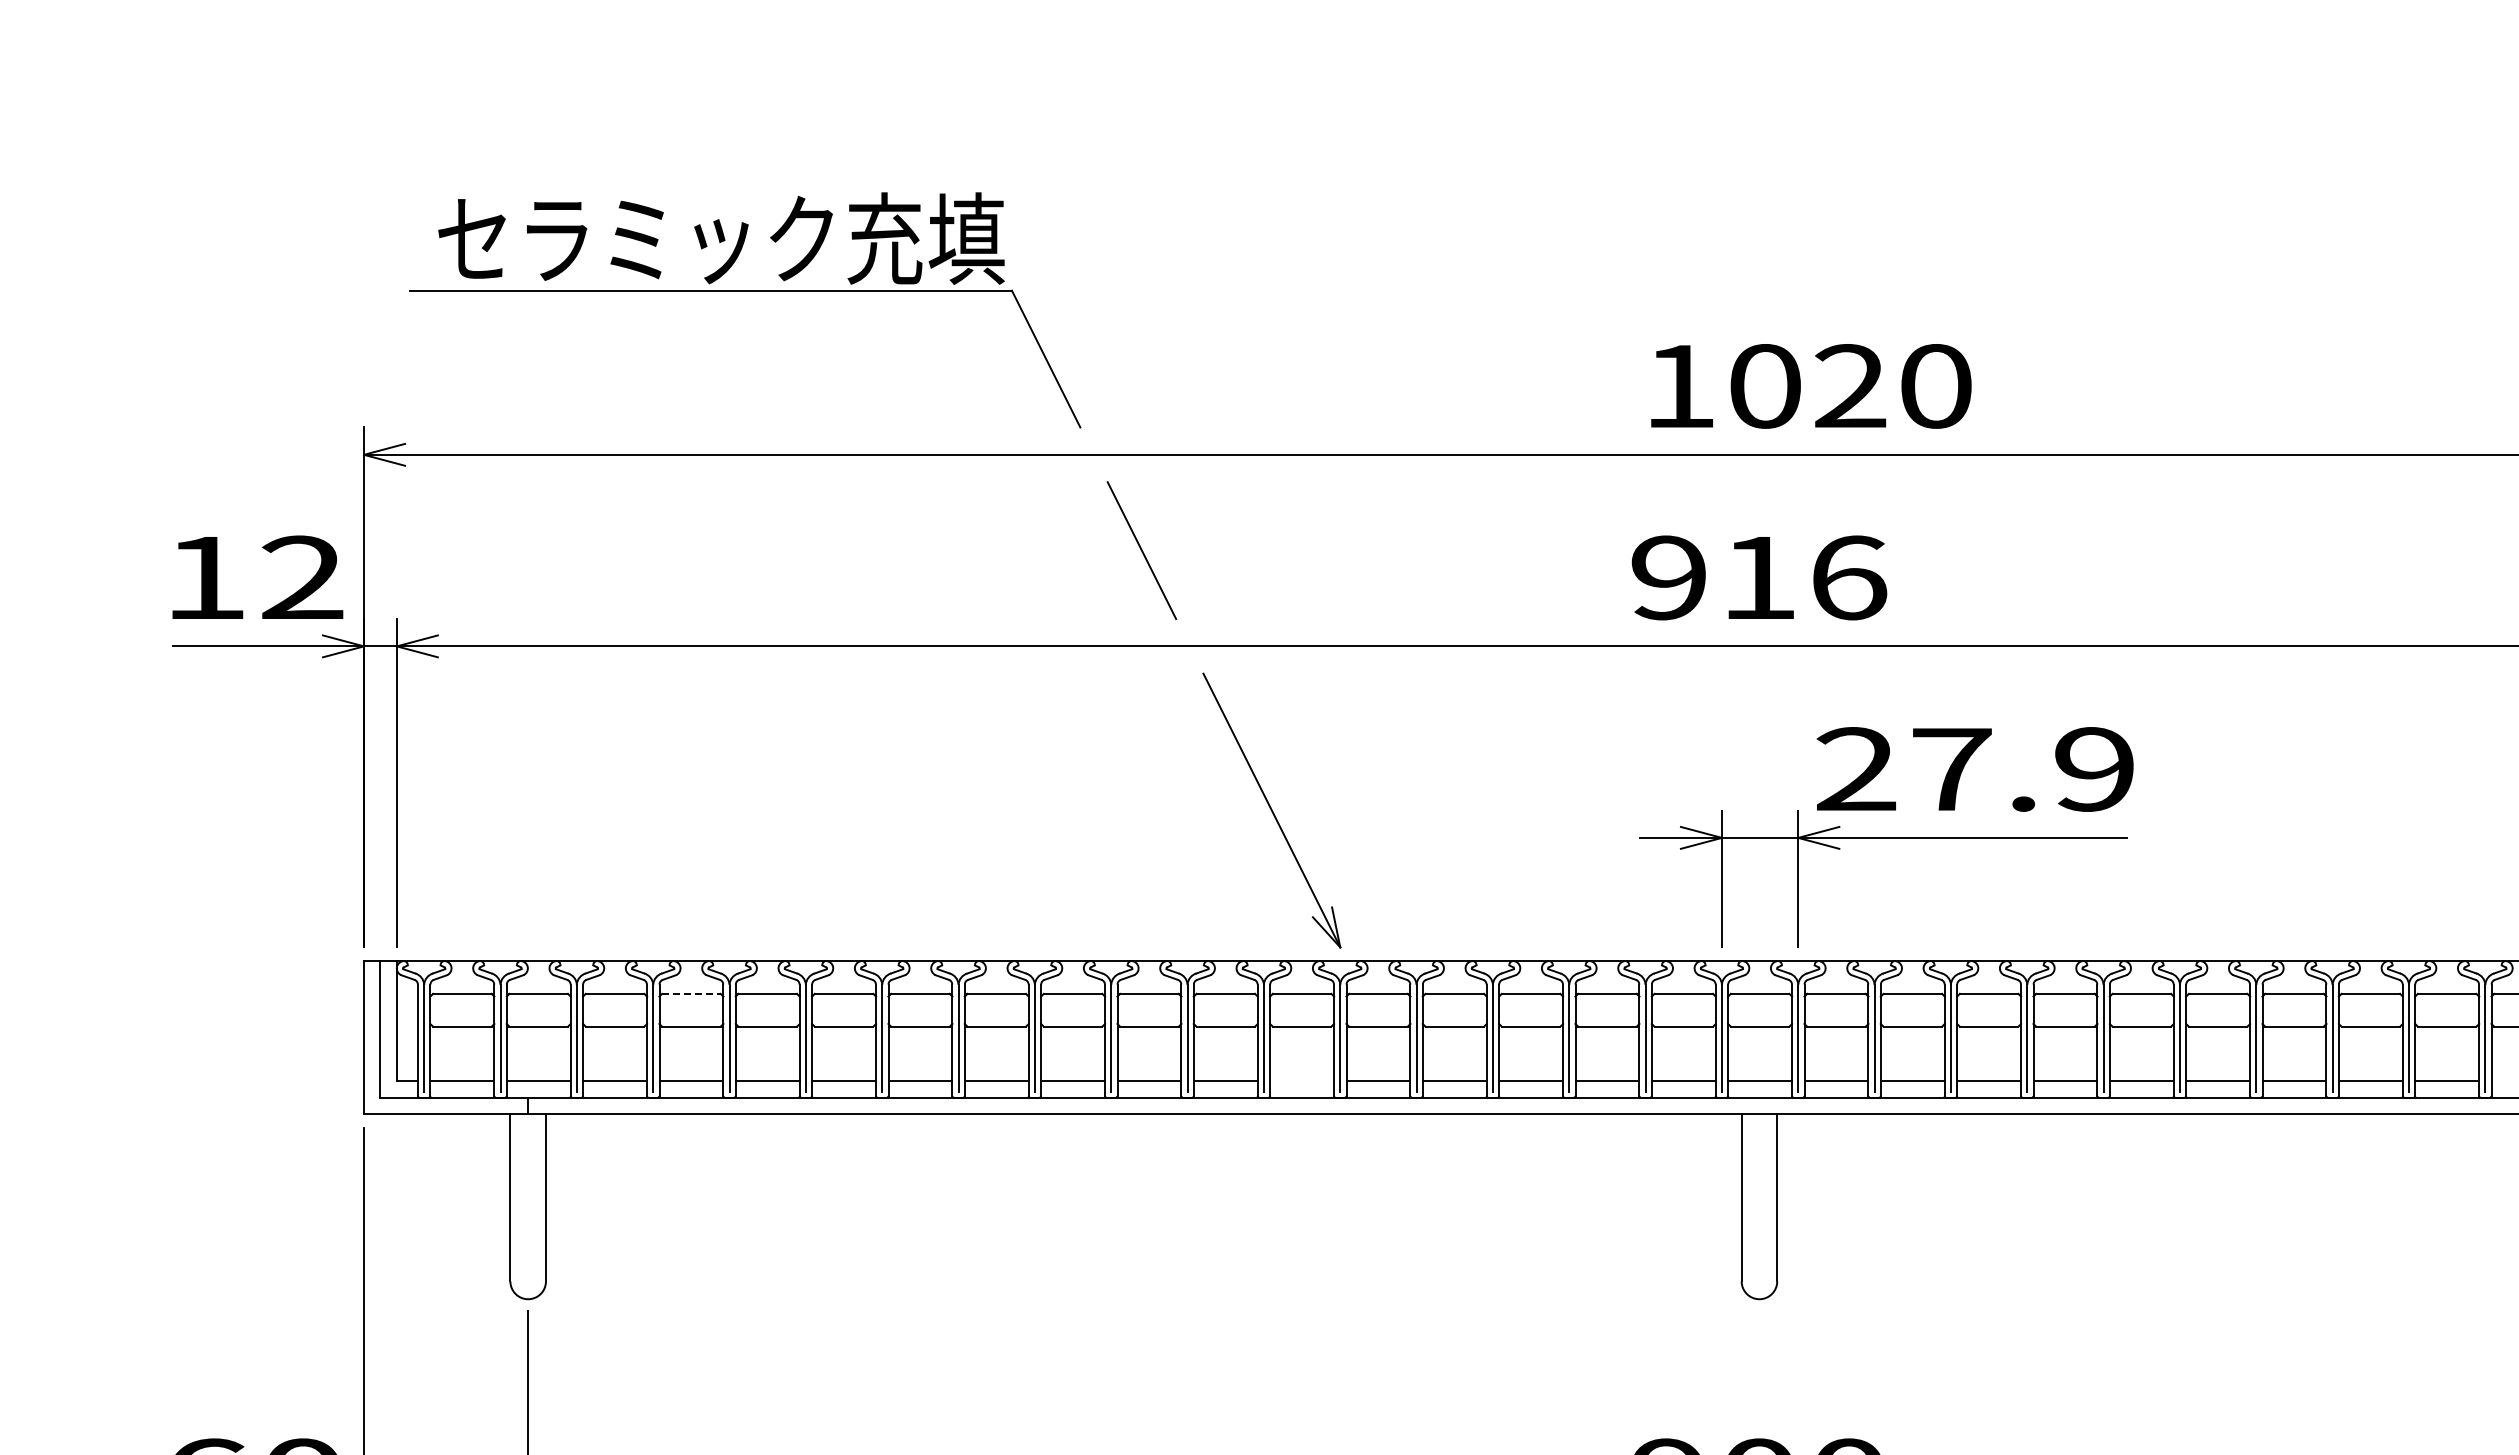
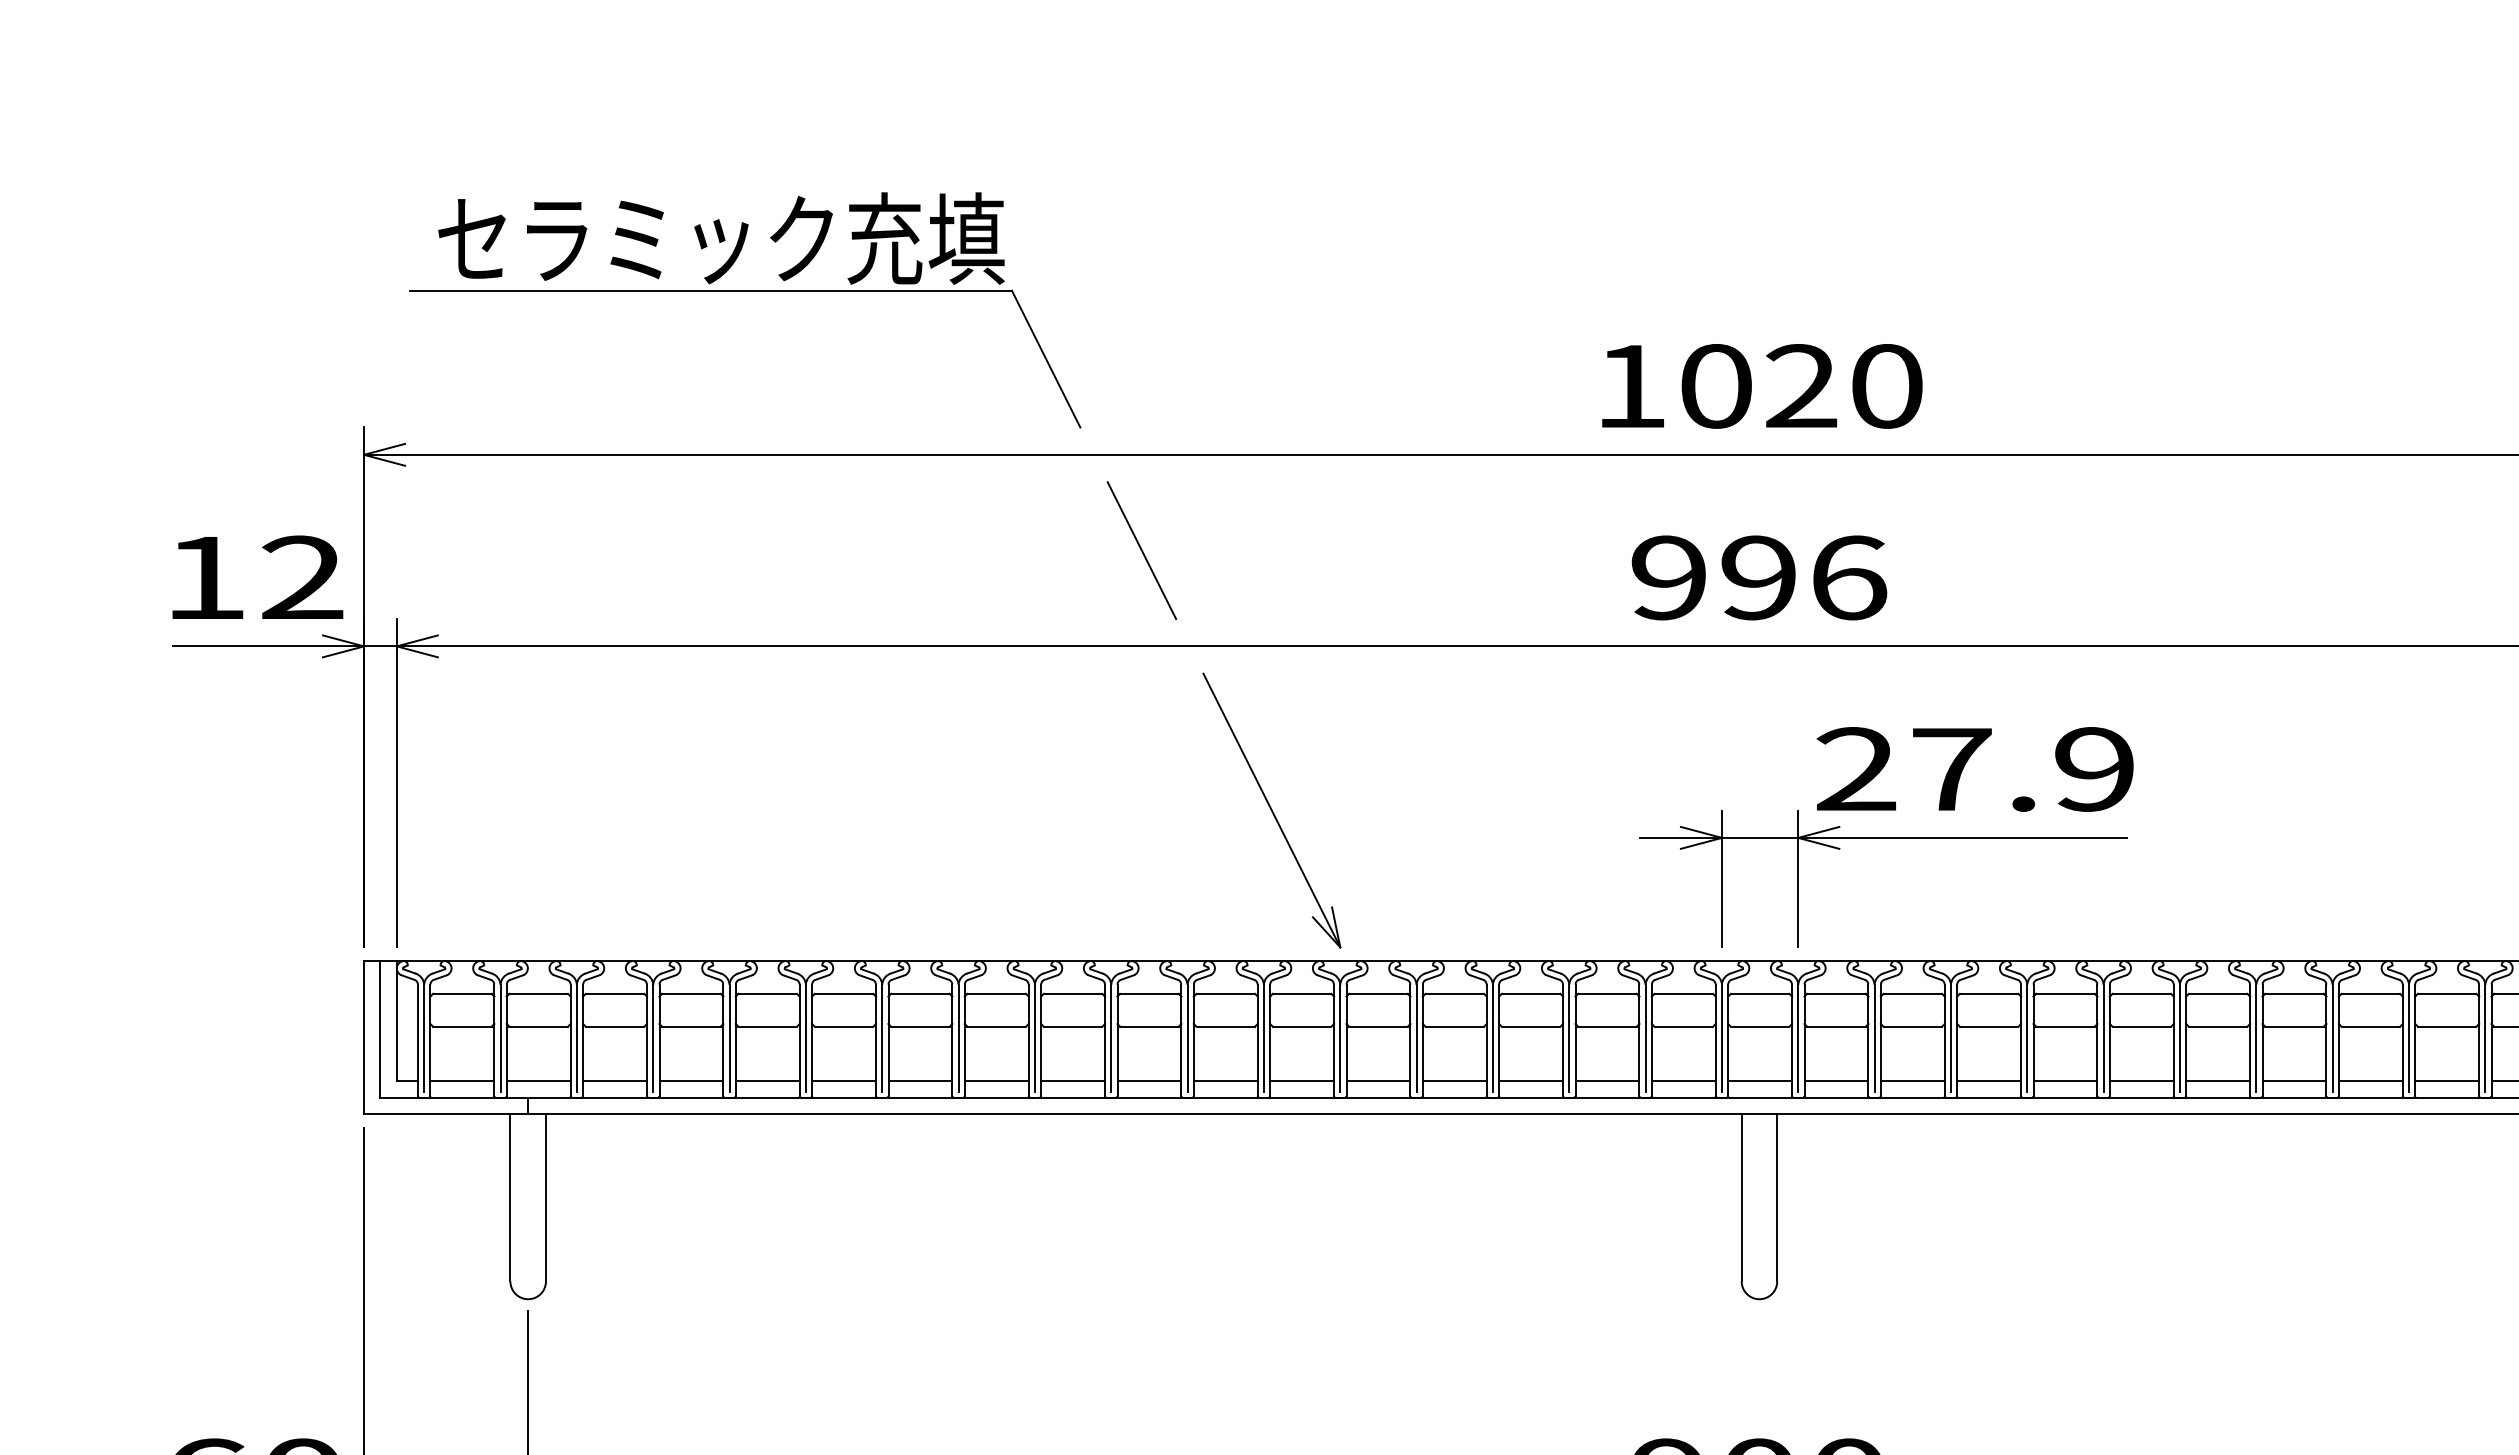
text at (1811, 386) position: (1811, 386) -> (1762, 386)
text at (1758, 577): 916 -> 996
line at (691, 993): dashed -> solid
line at (1301, 1081): none -> present
line at (2503, 1081): none -> present
